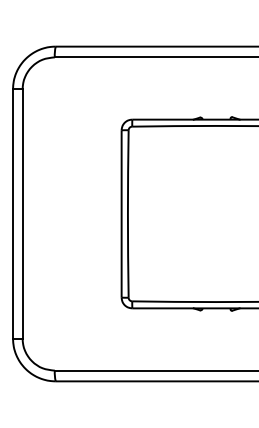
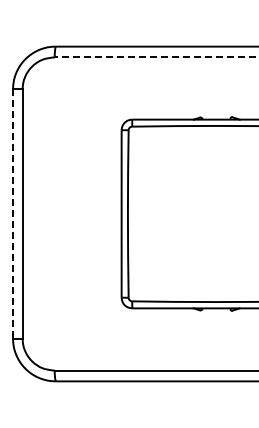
line at (156, 57): solid -> dashed
line at (13, 214): solid -> dashed
